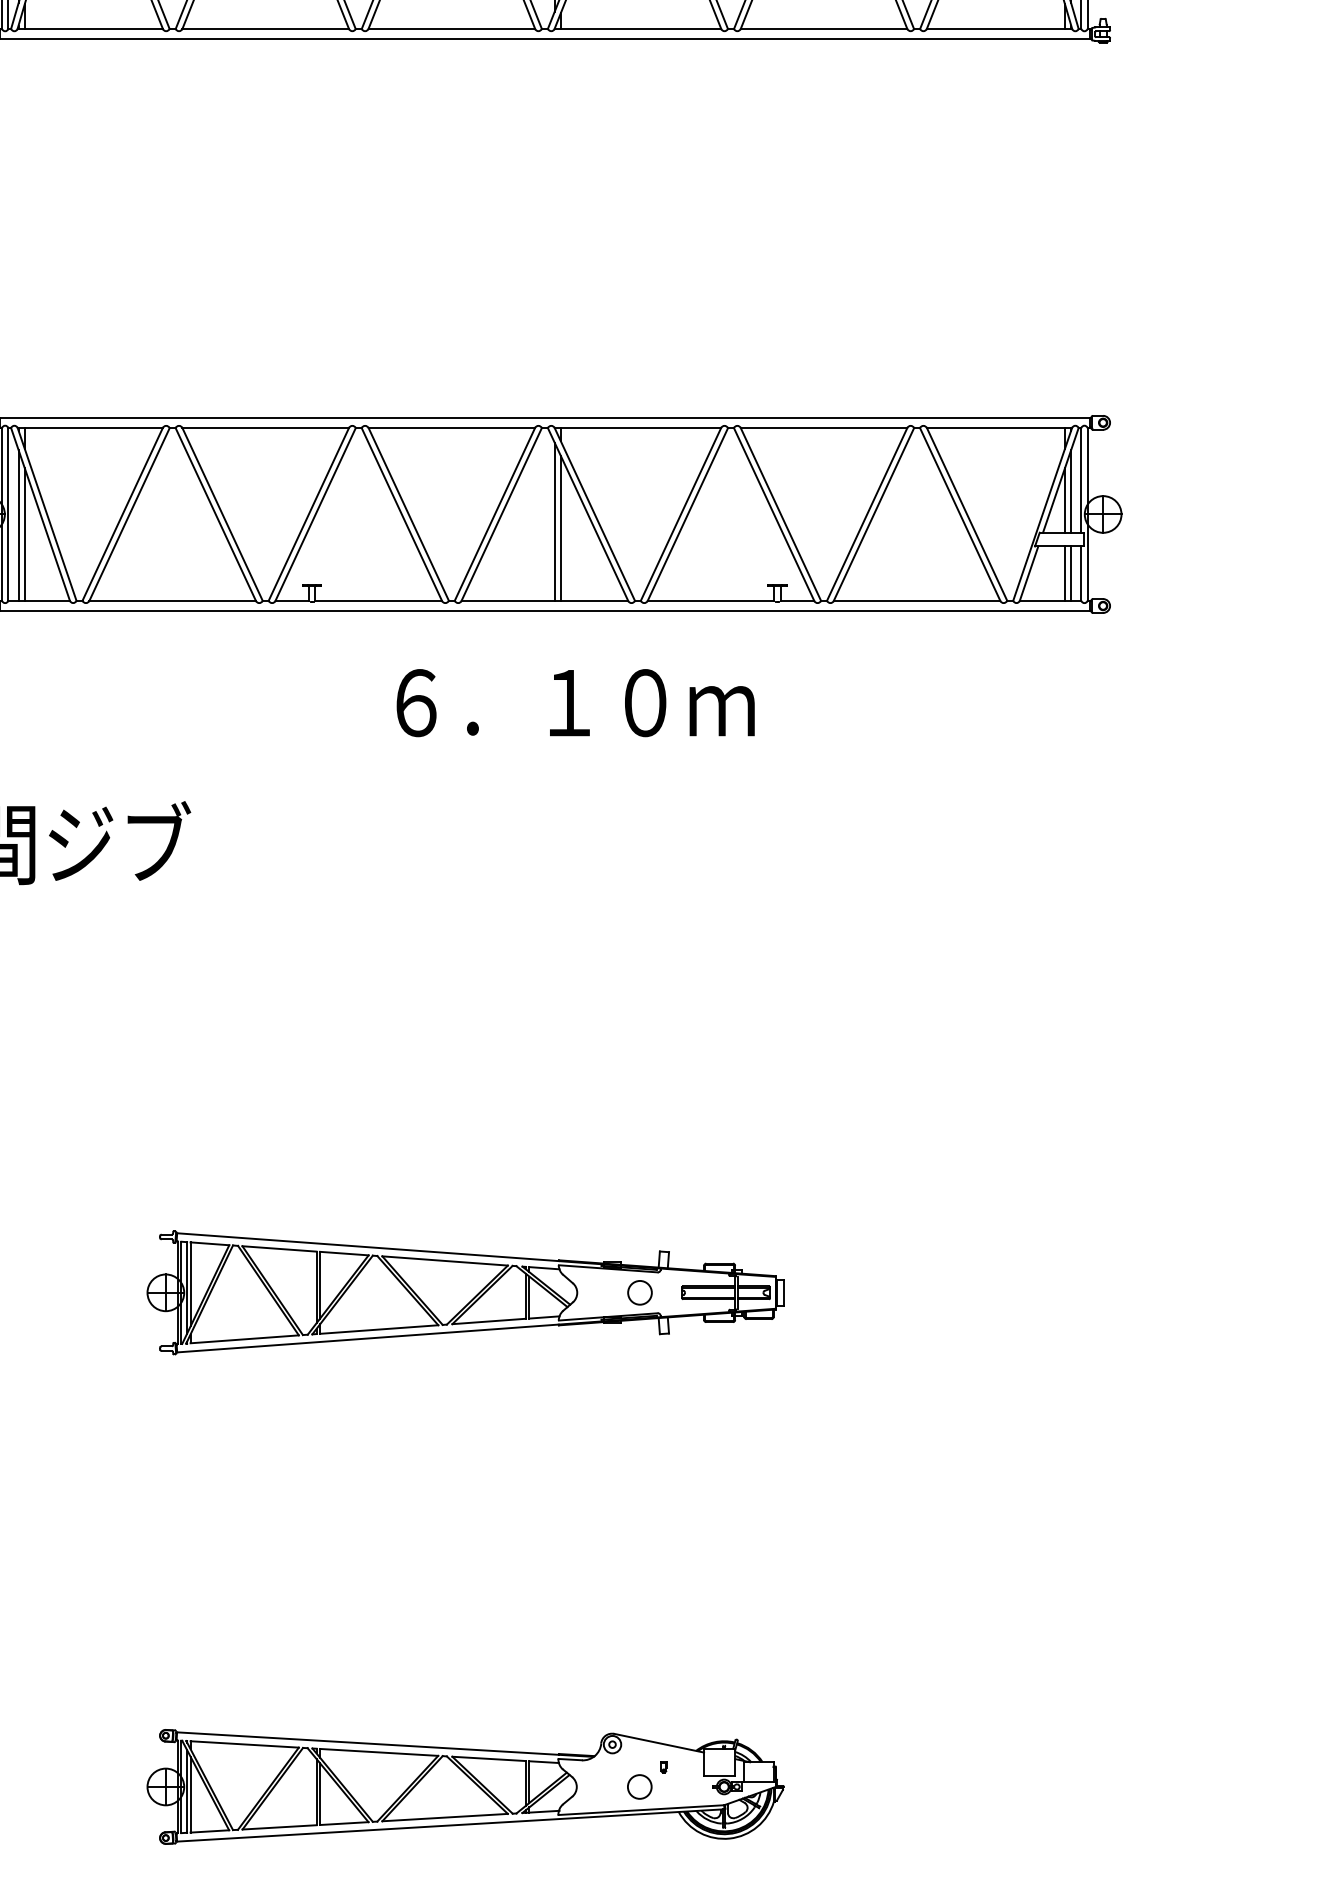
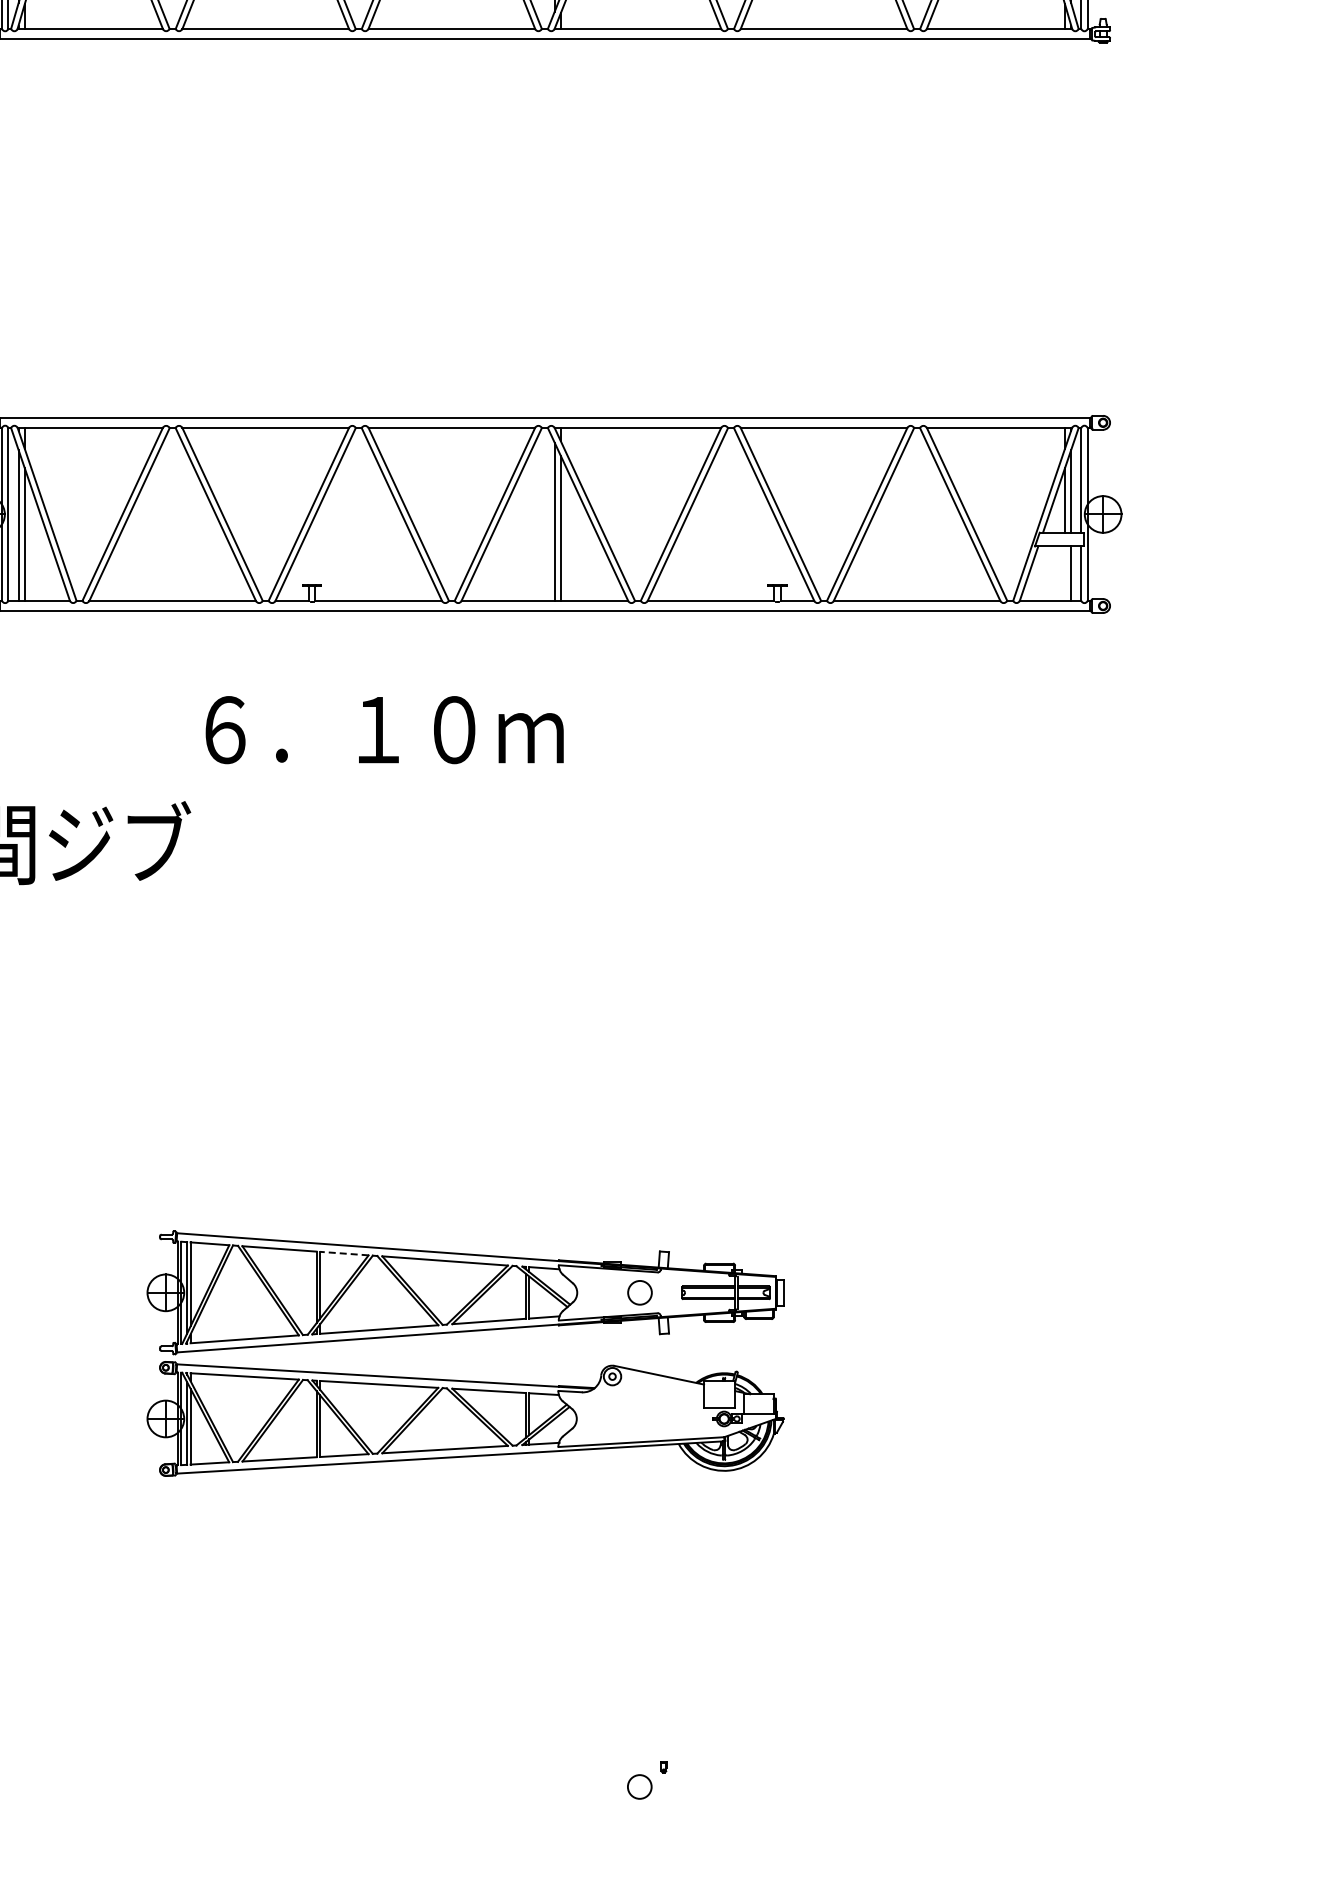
line at (1064, 573): present -> none
text at (575, 703) position: (575, 703) -> (384, 730)
line at (343, 1253): solid -> dashed
part at (465, 1786) position: (465, 1786) -> (465, 1418)
